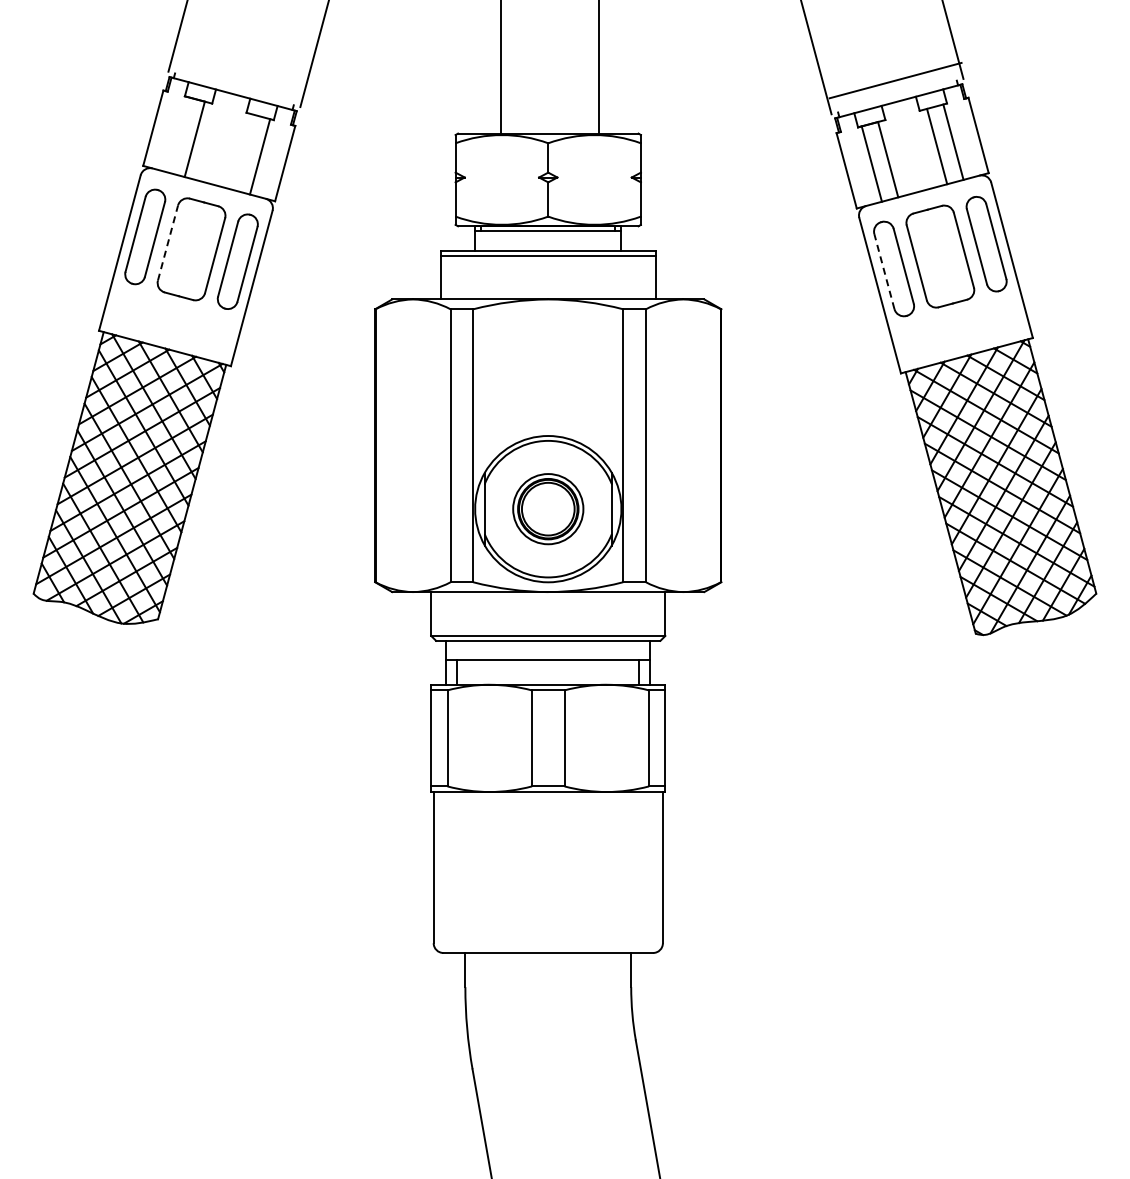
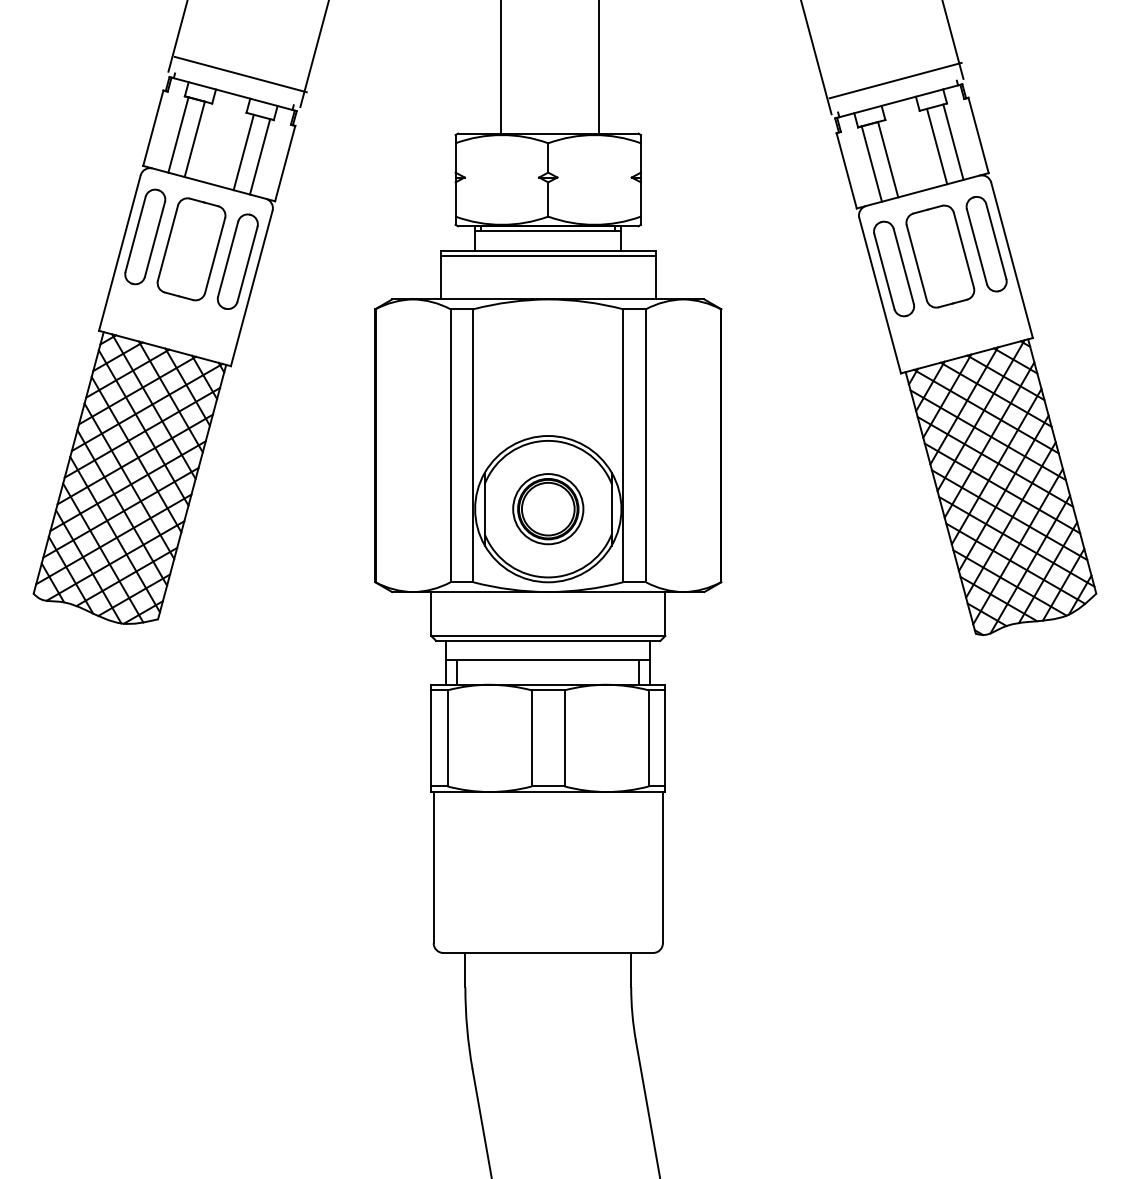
line at (240, 74): none -> present
line at (178, 134): none -> present
line at (243, 152): none -> present
line at (168, 243): dashed -> solid
line at (884, 271): dashed -> solid
